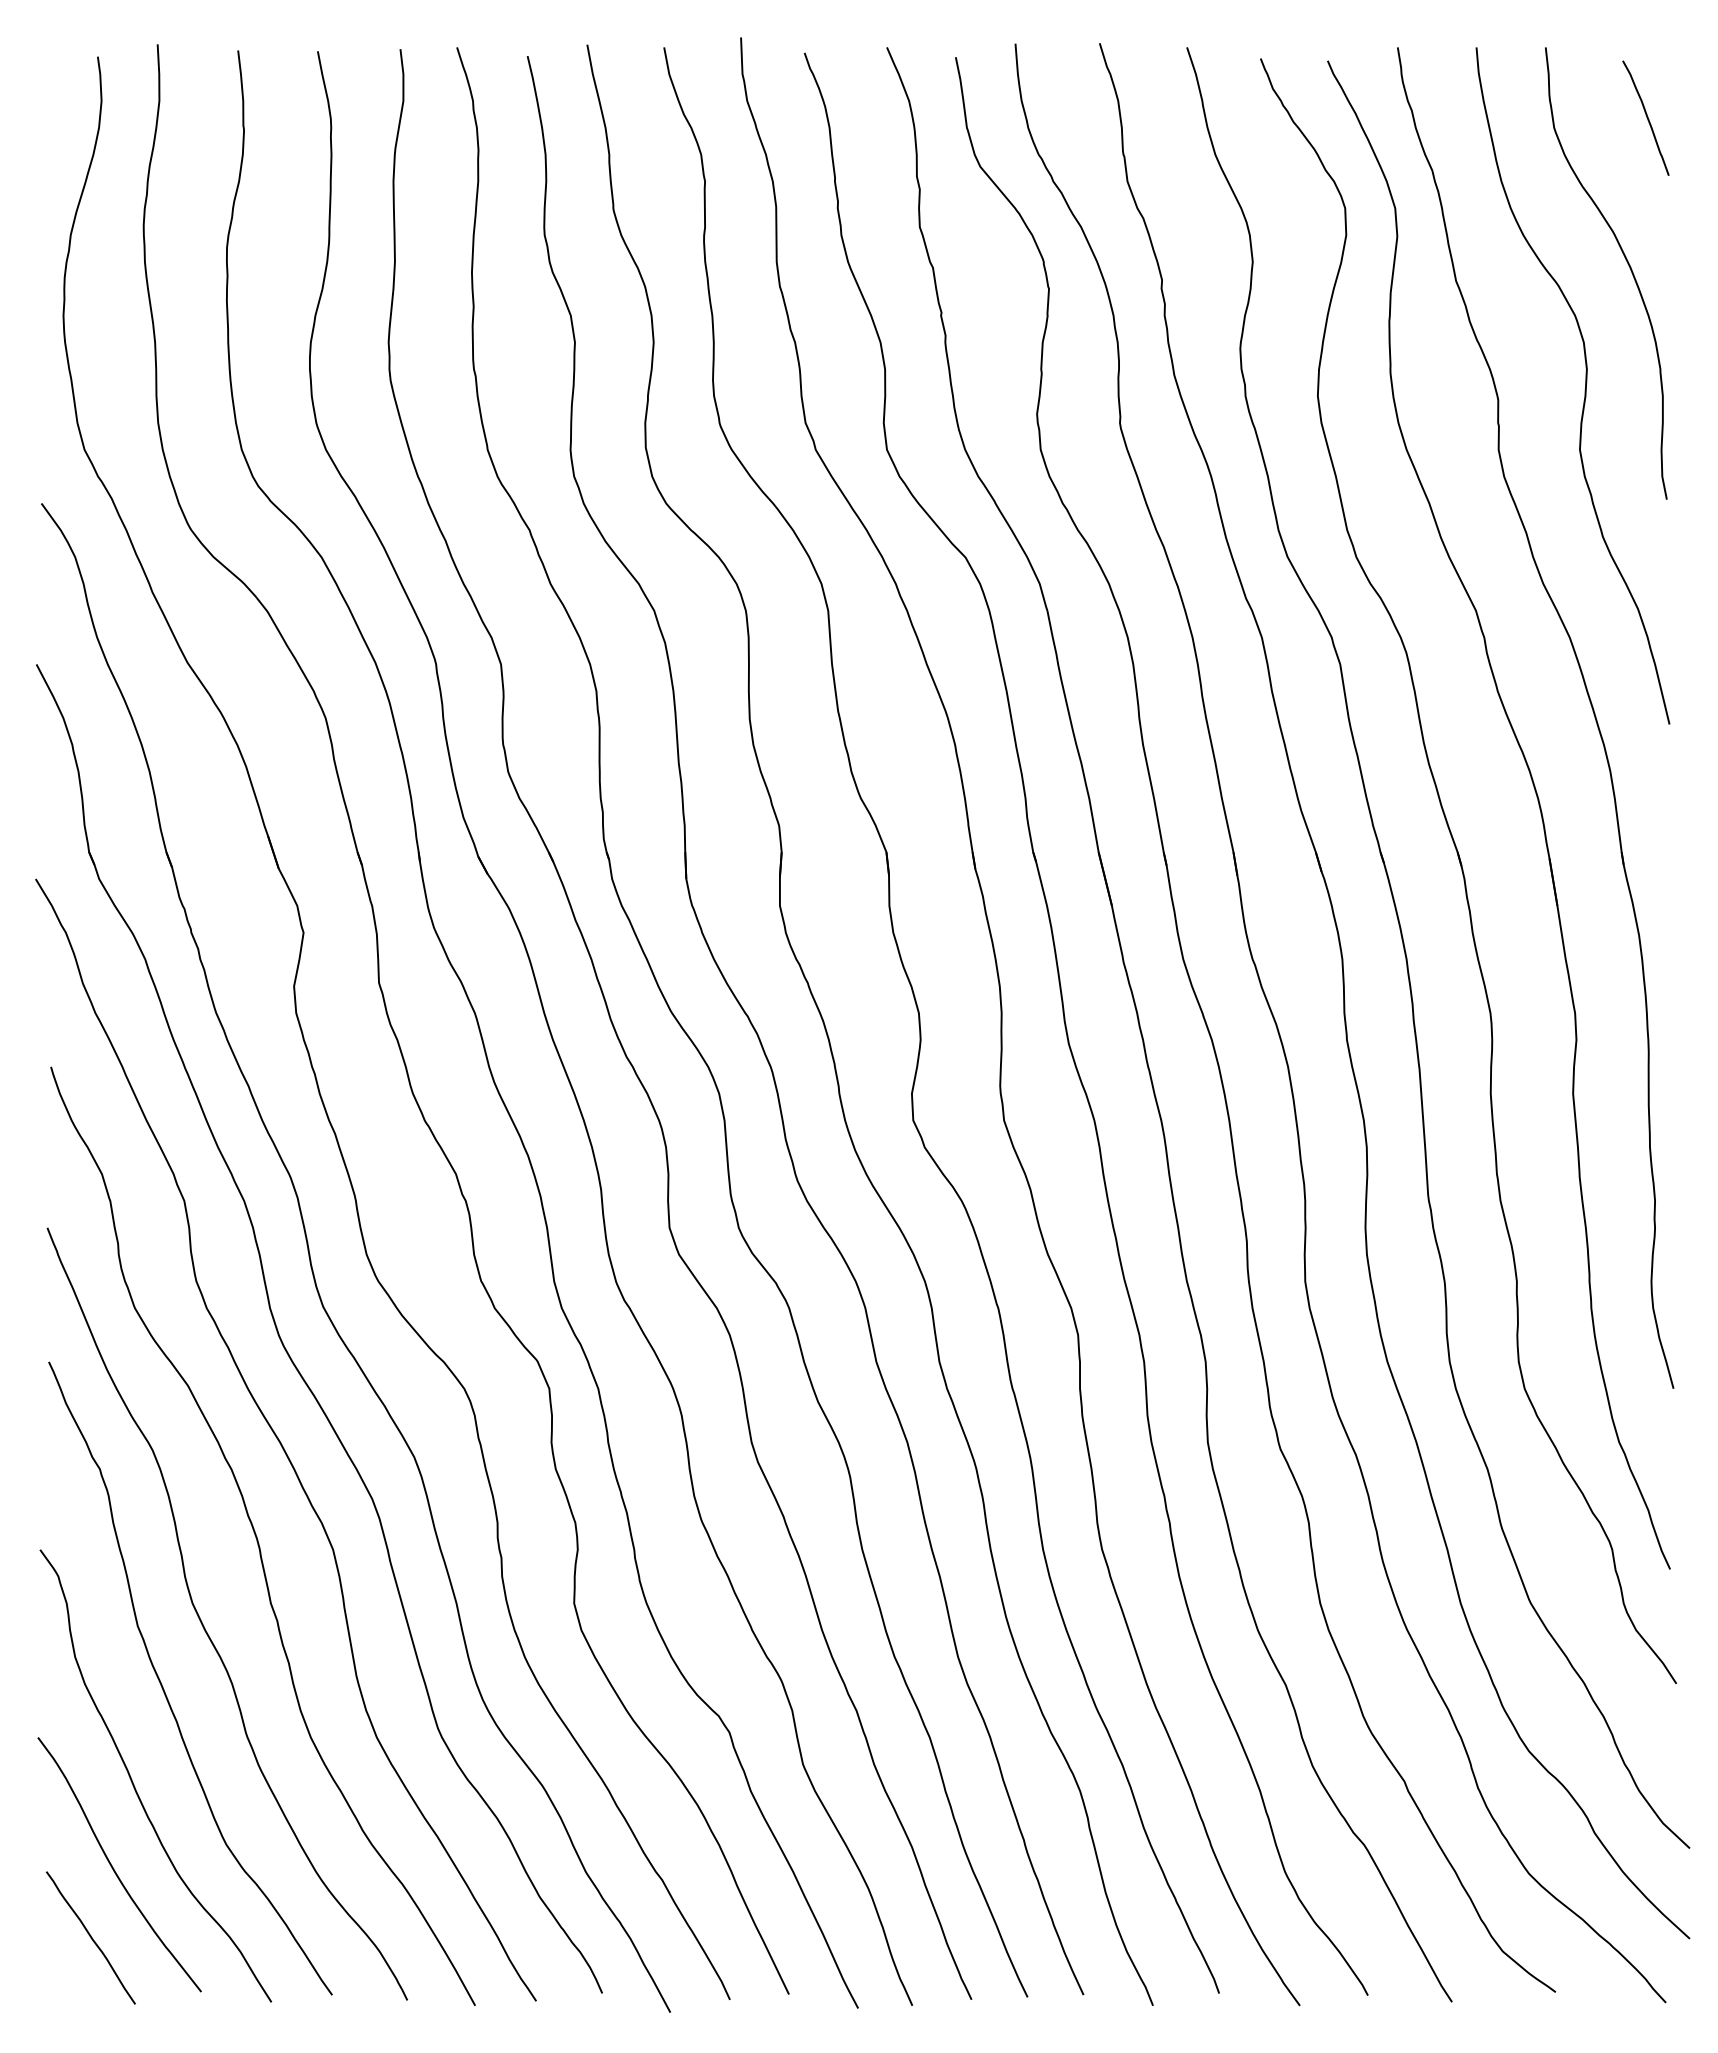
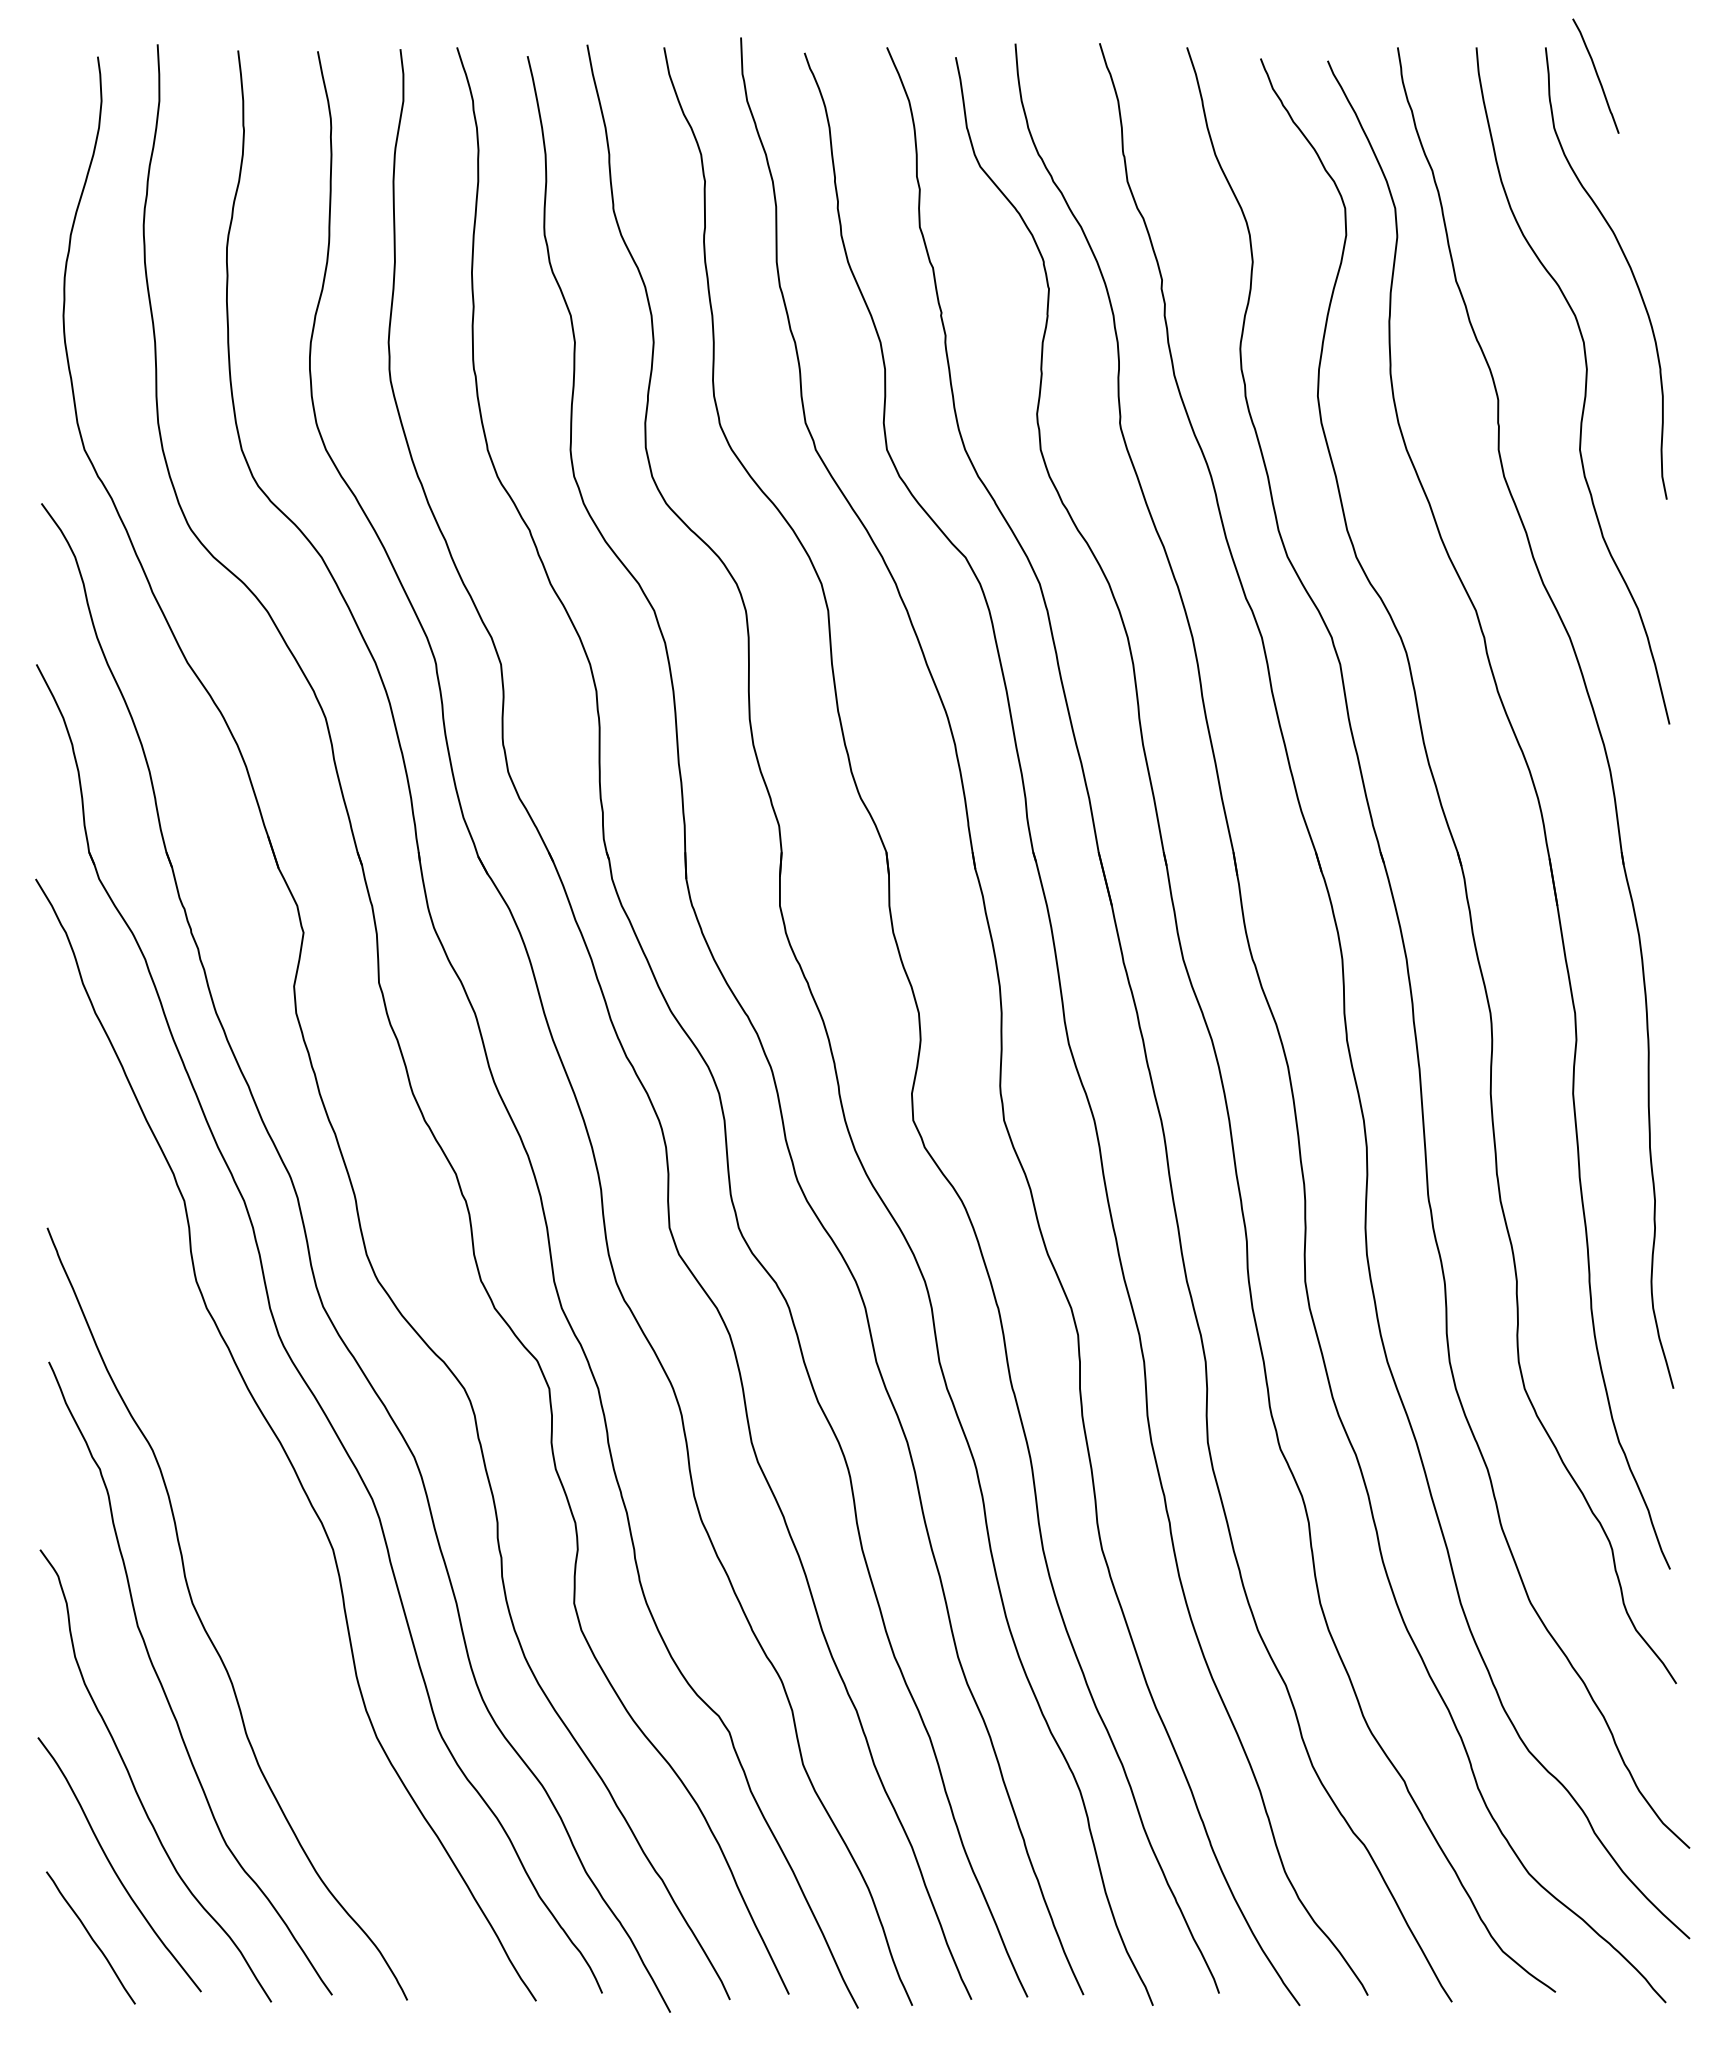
curve at (1646, 117) position: (1646, 117) -> (1596, 75)
curve at (257, 1536): present -> none
